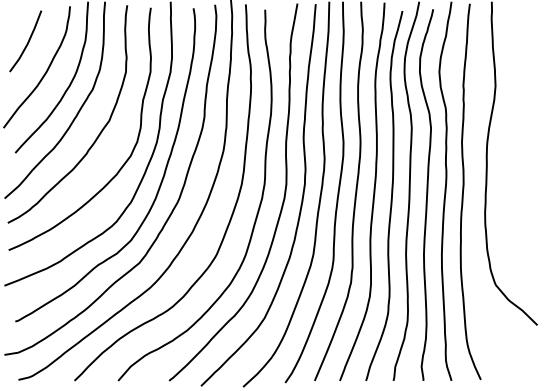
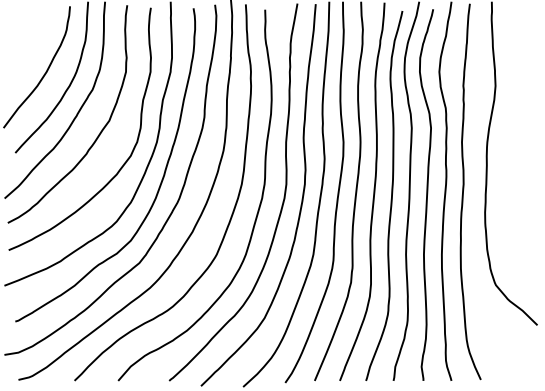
curve at (27, 41): present -> none
